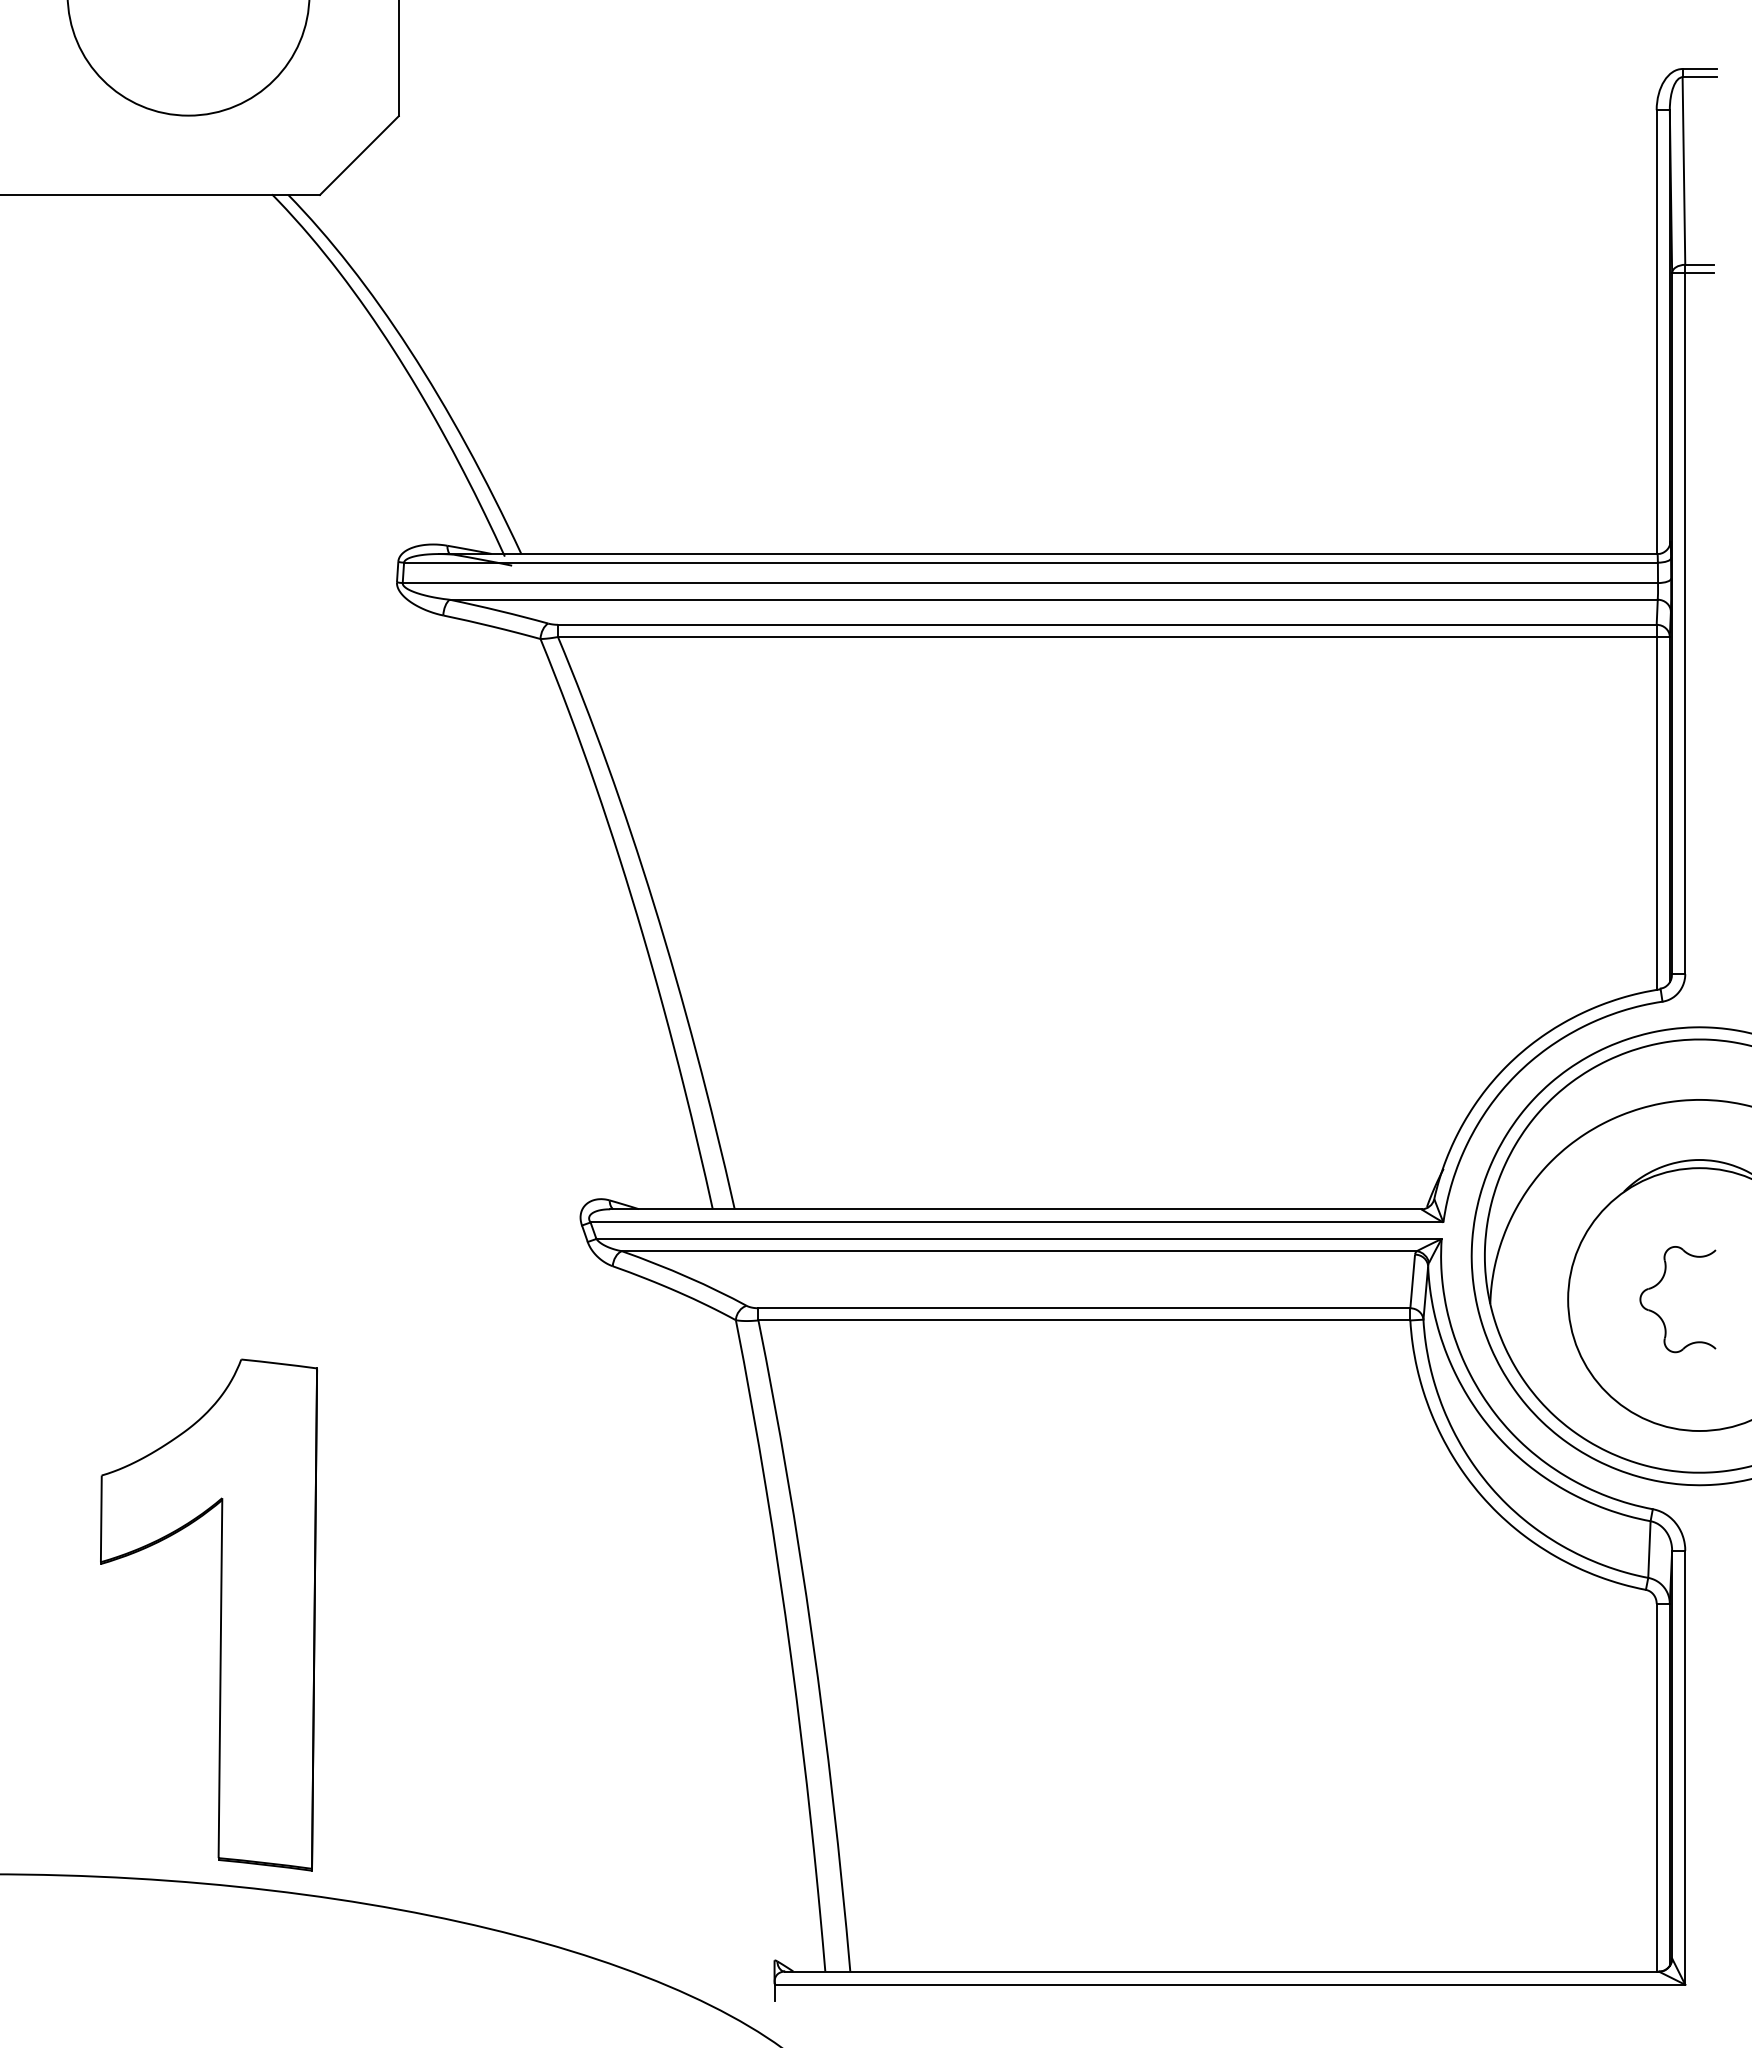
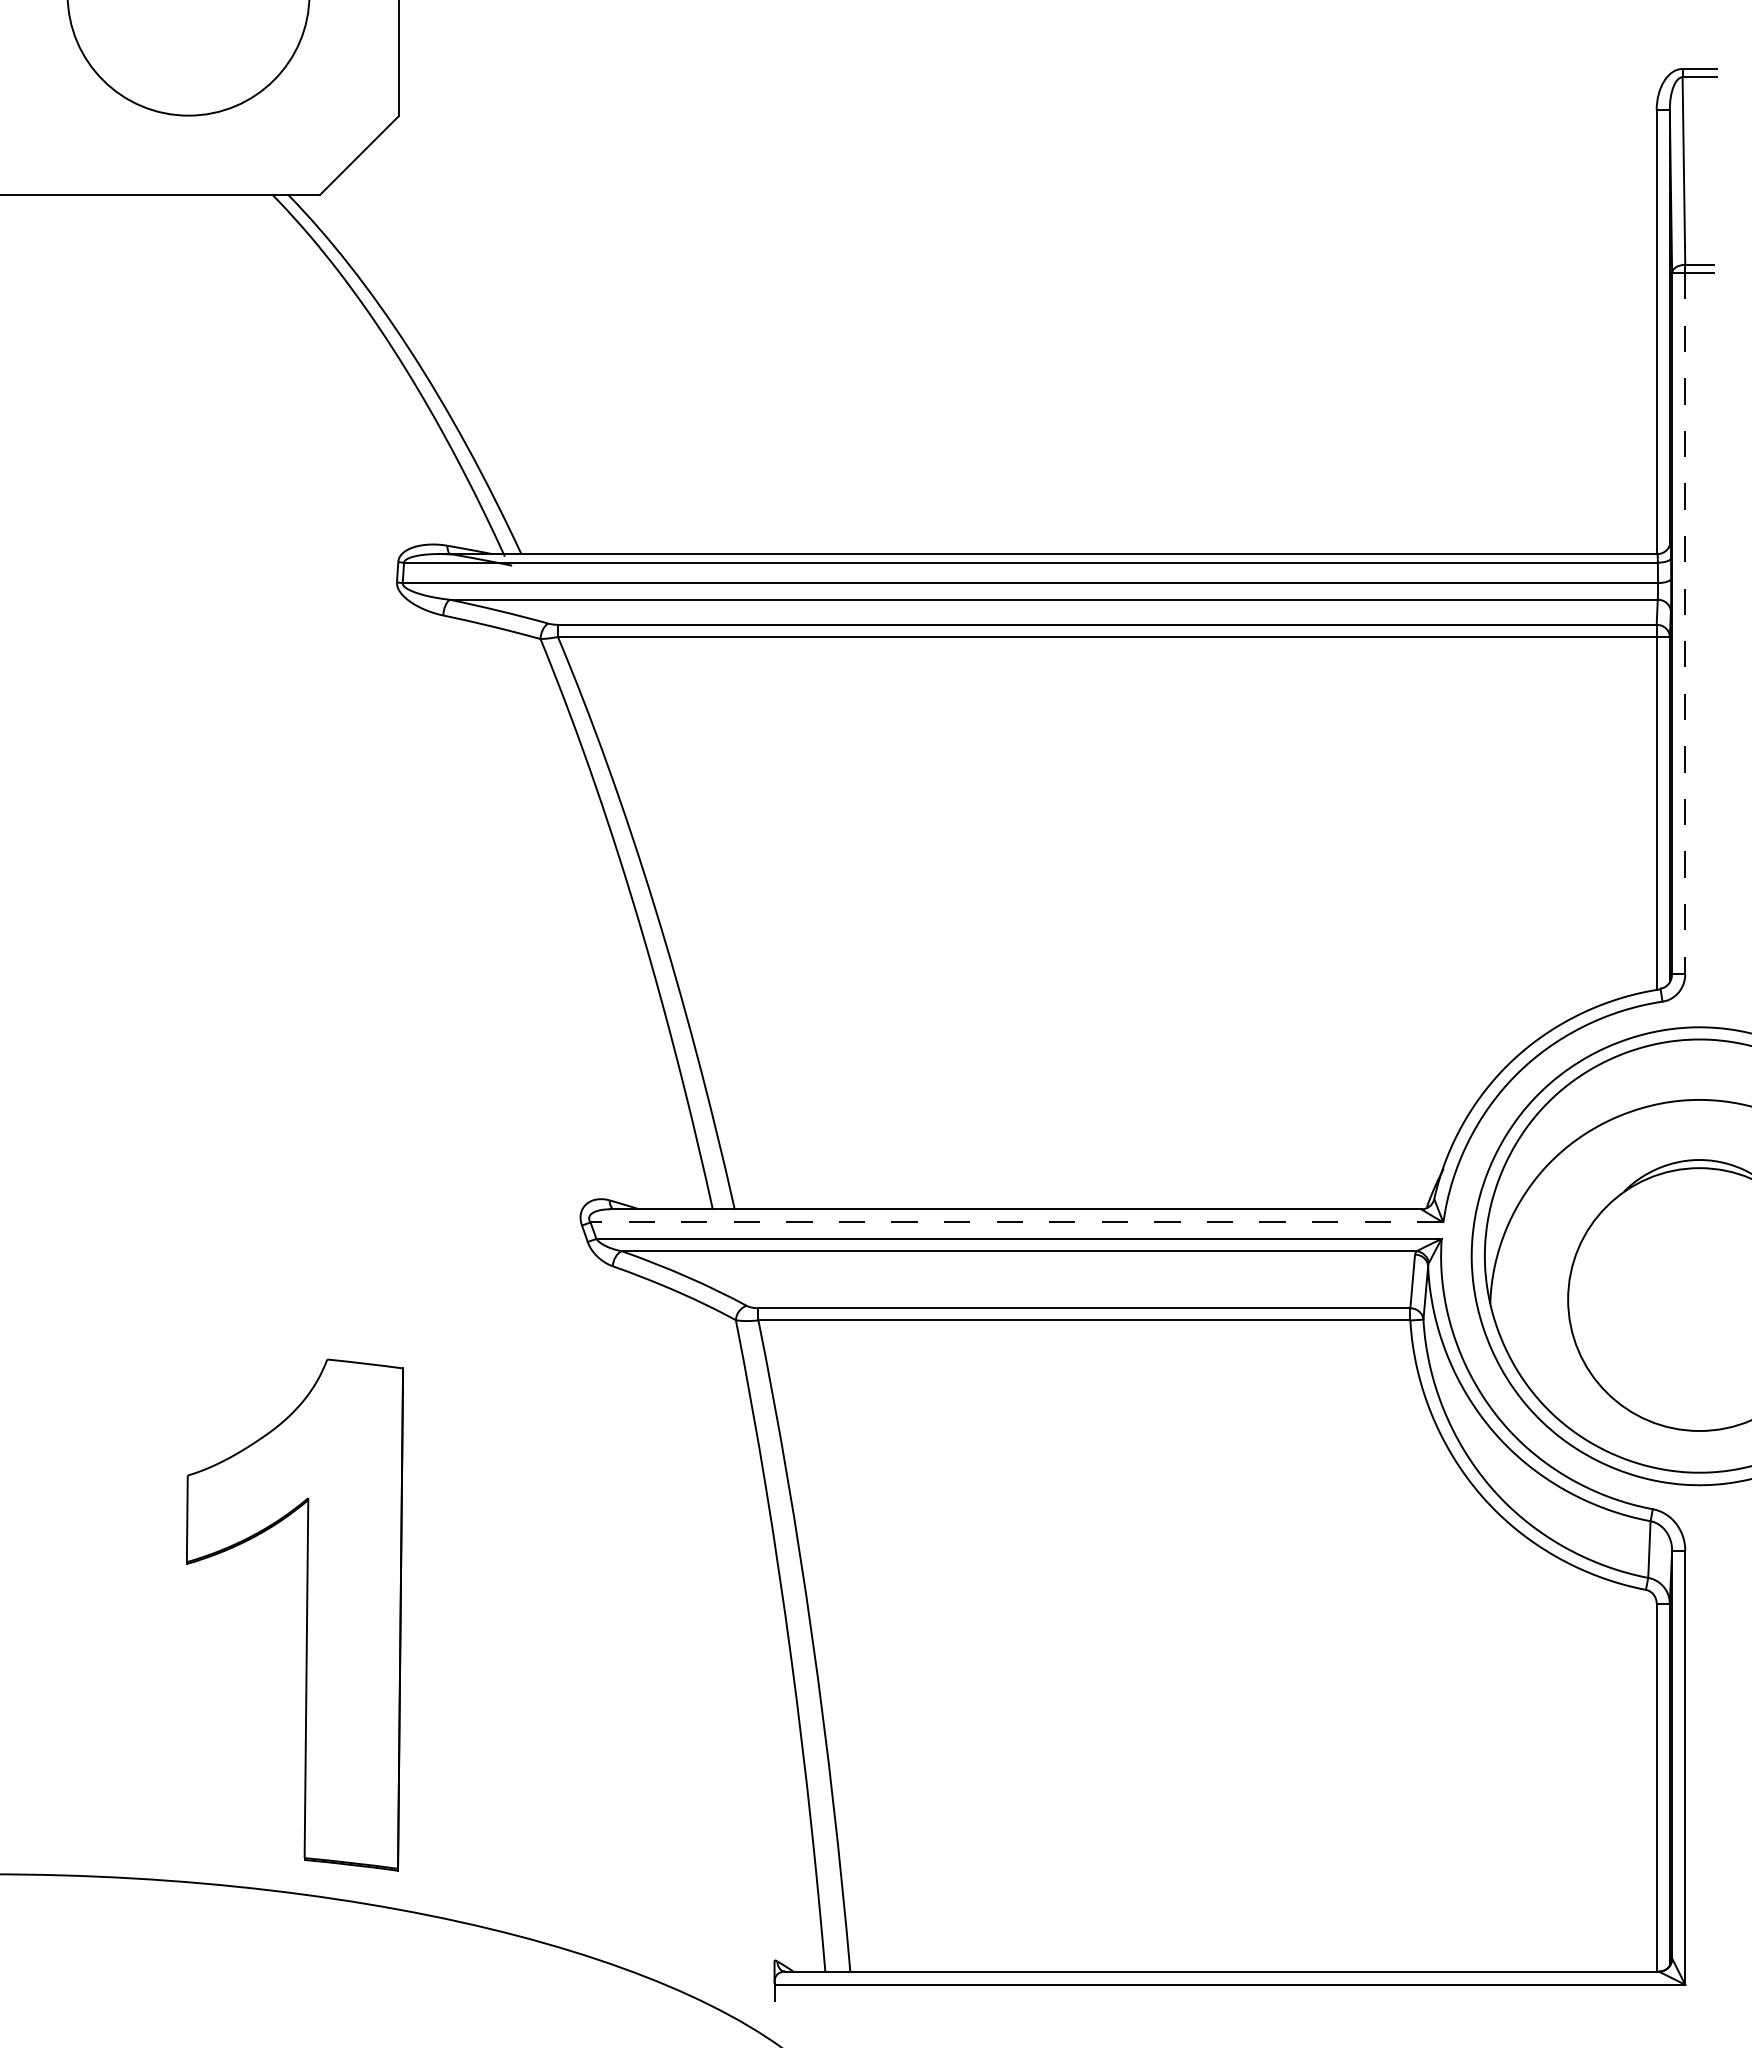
line at (1685, 623): solid -> dashed
line at (1016, 1222): solid -> dashed
part at (1660, 1282): present -> none
part at (220, 1614) position: (220, 1614) -> (306, 1614)
